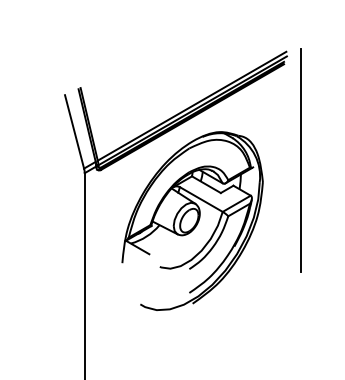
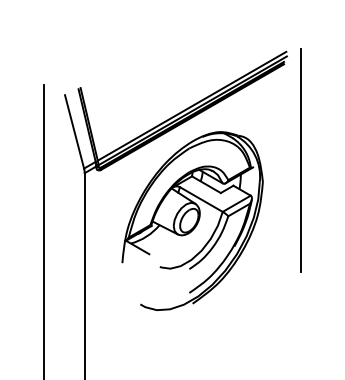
line at (44, 230): none -> present
